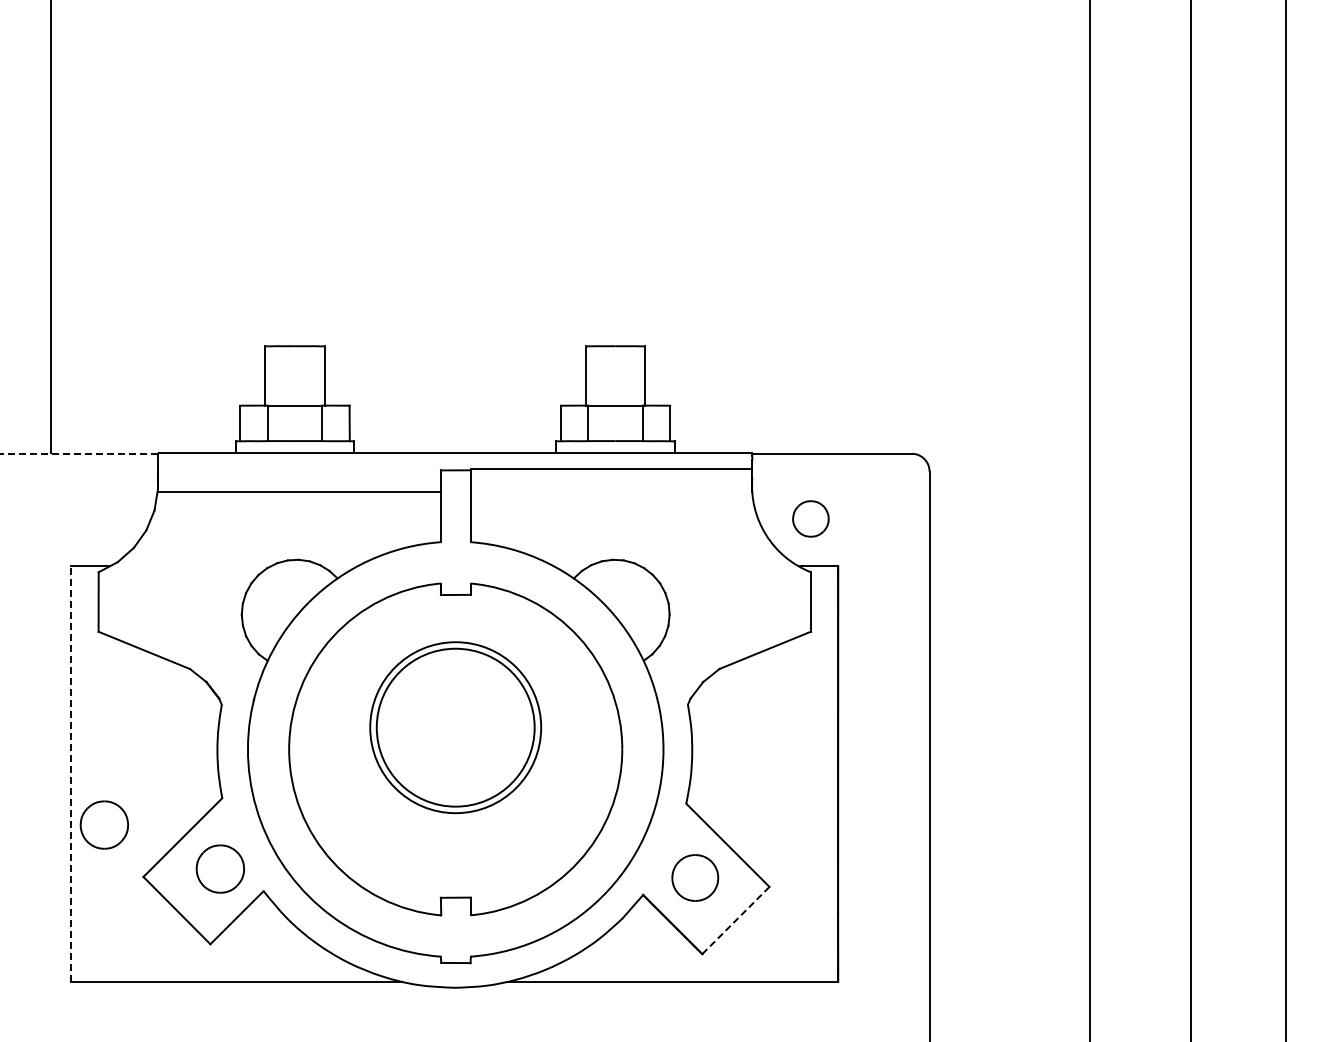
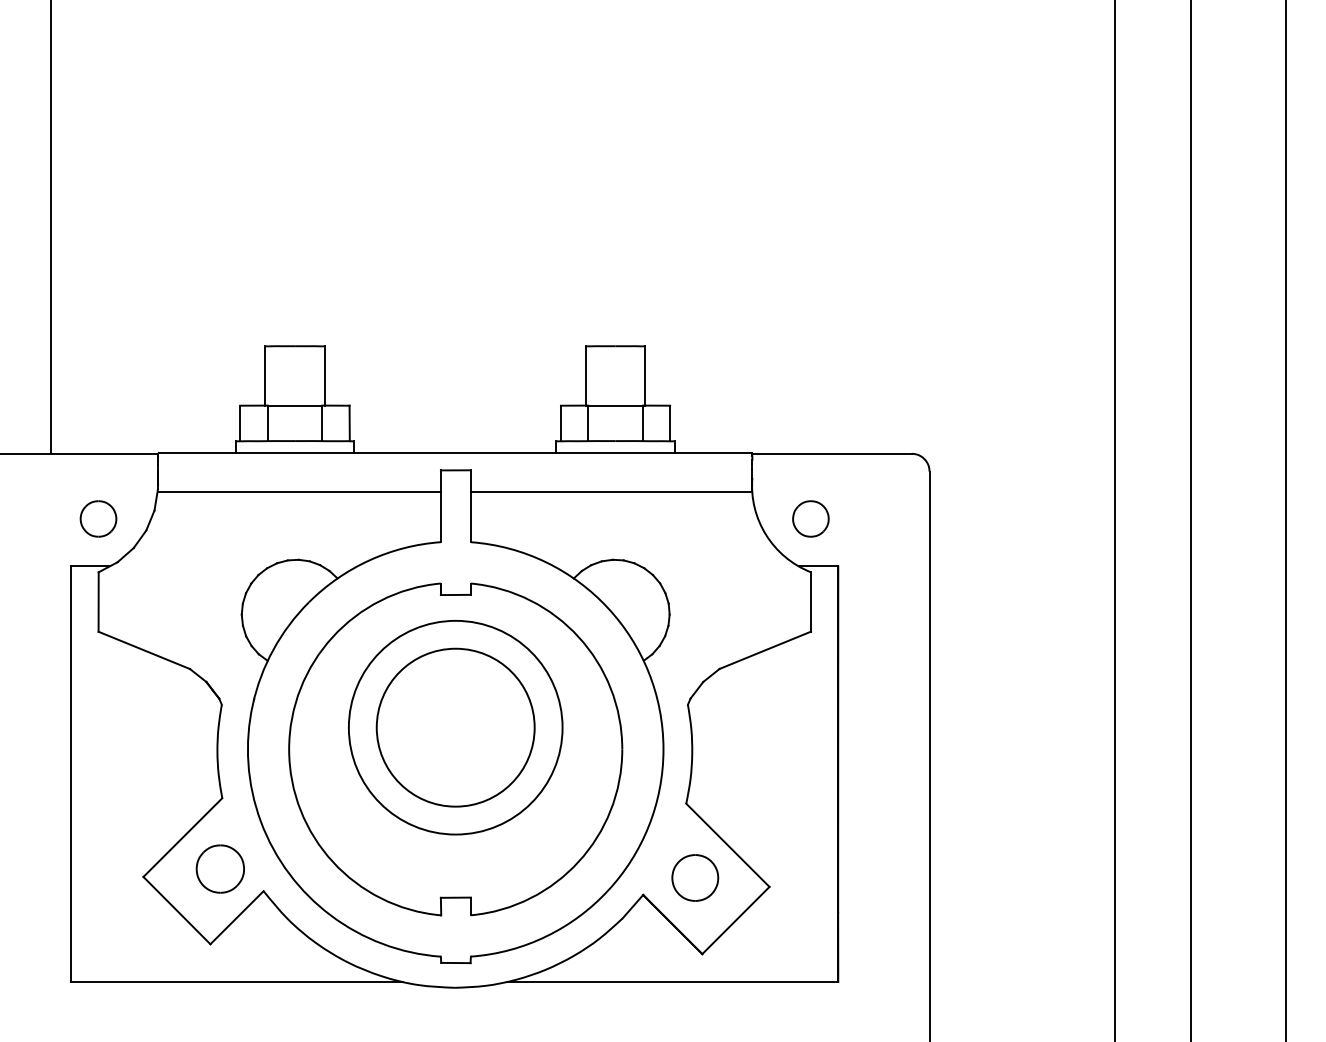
line at (79, 453): dashed -> solid
line at (611, 468) position: (611, 468) -> (611, 491)
part at (98, 518): none -> present
line at (1089, 520) position: (1089, 520) -> (1114, 520)
circle at (455, 727) diameter: 171 px -> 214 px
line at (71, 774): dashed -> solid
part at (103, 824): present -> none
line at (735, 920): dashed -> solid
